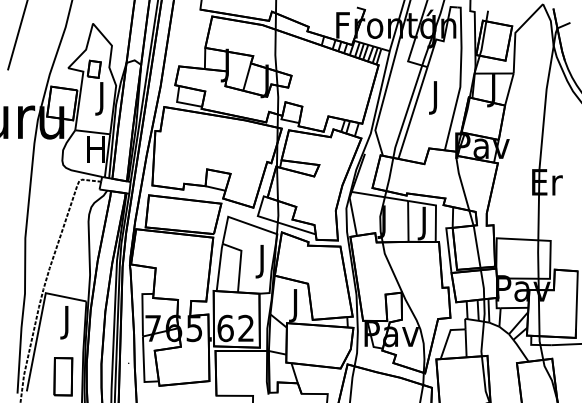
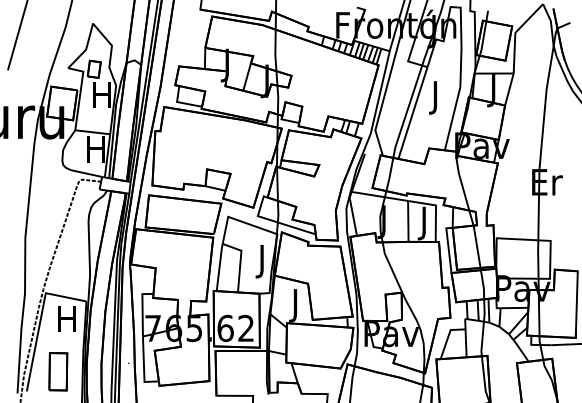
text at (101, 98): J -> H
text at (66, 322): J -> H
part at (63, 376) position: (63, 376) -> (58, 371)
